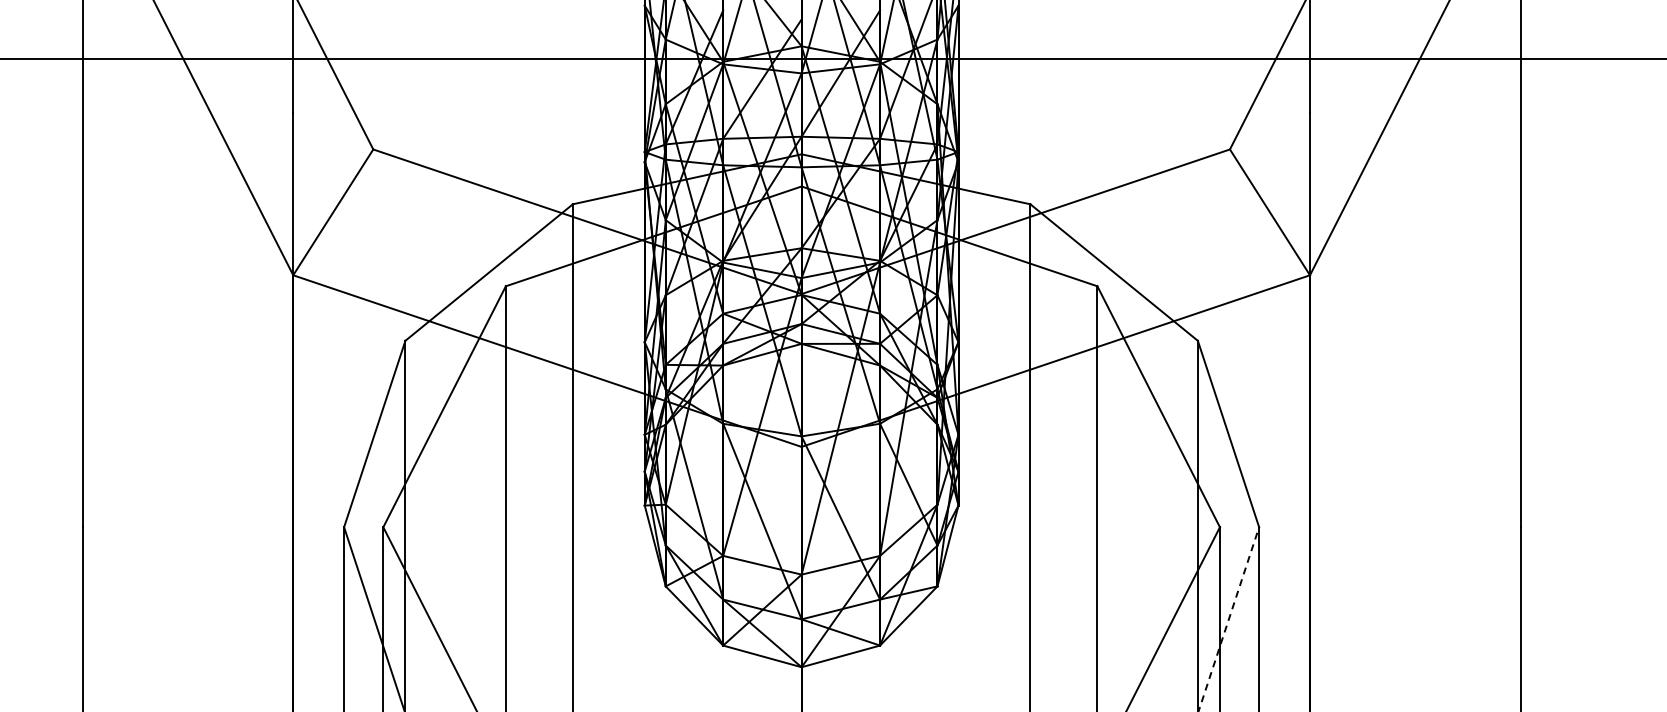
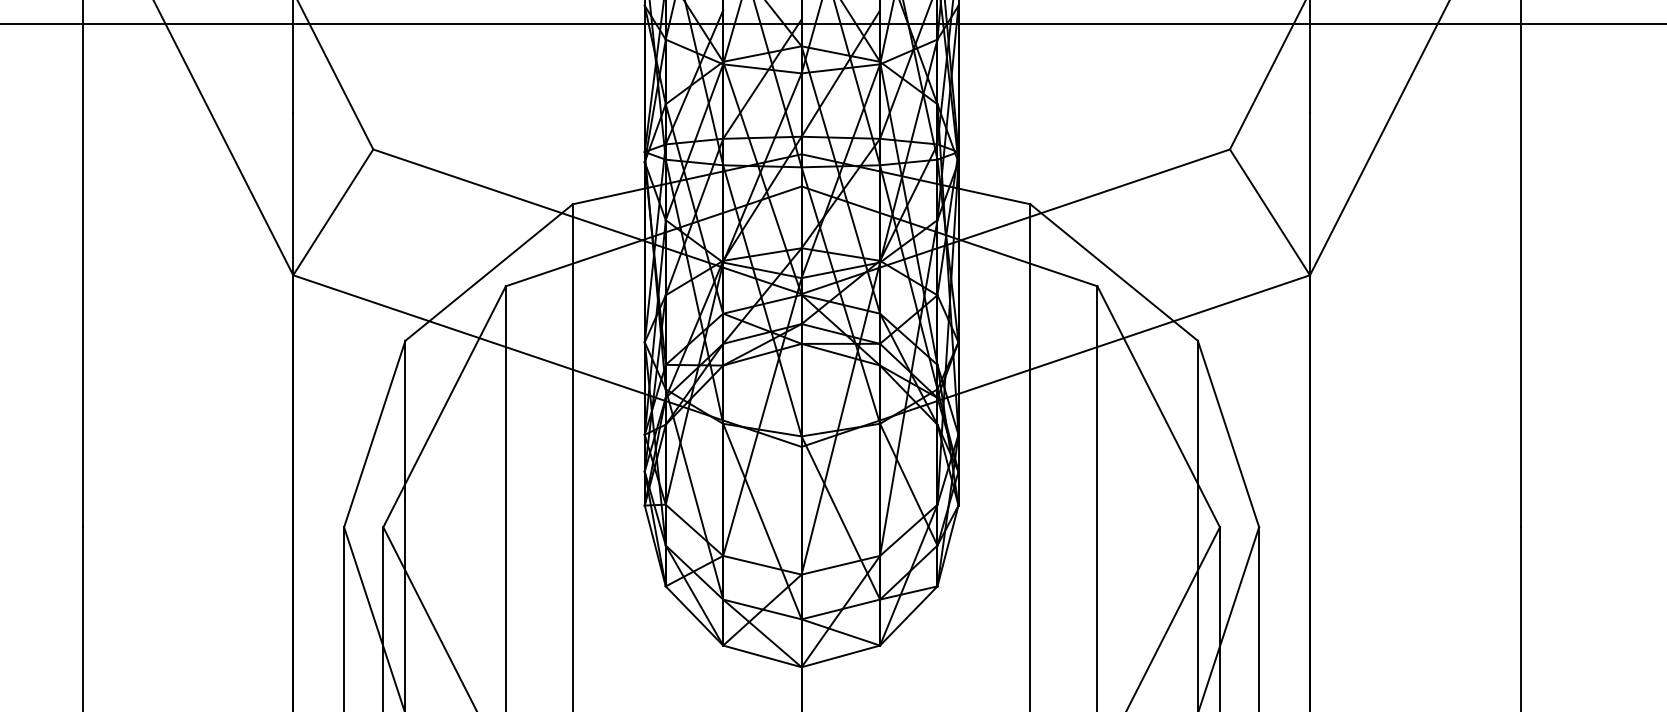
line at (832, 58) position: (832, 58) -> (832, 23)
line at (1228, 619): dashed -> solid
